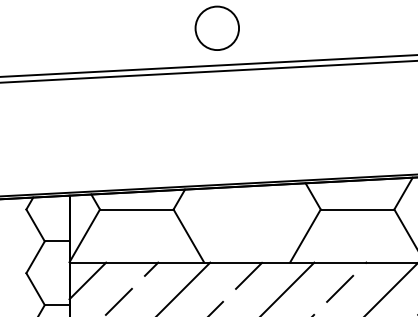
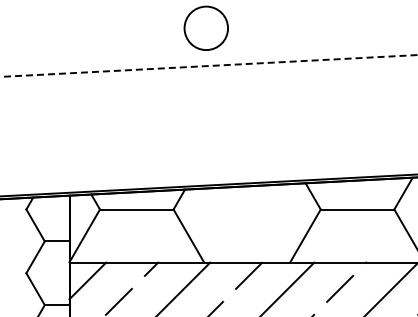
circle at (216, 27) position: (216, 27) -> (205, 27)
line at (209, 65): solid -> dashed
line at (208, 71): present -> none
